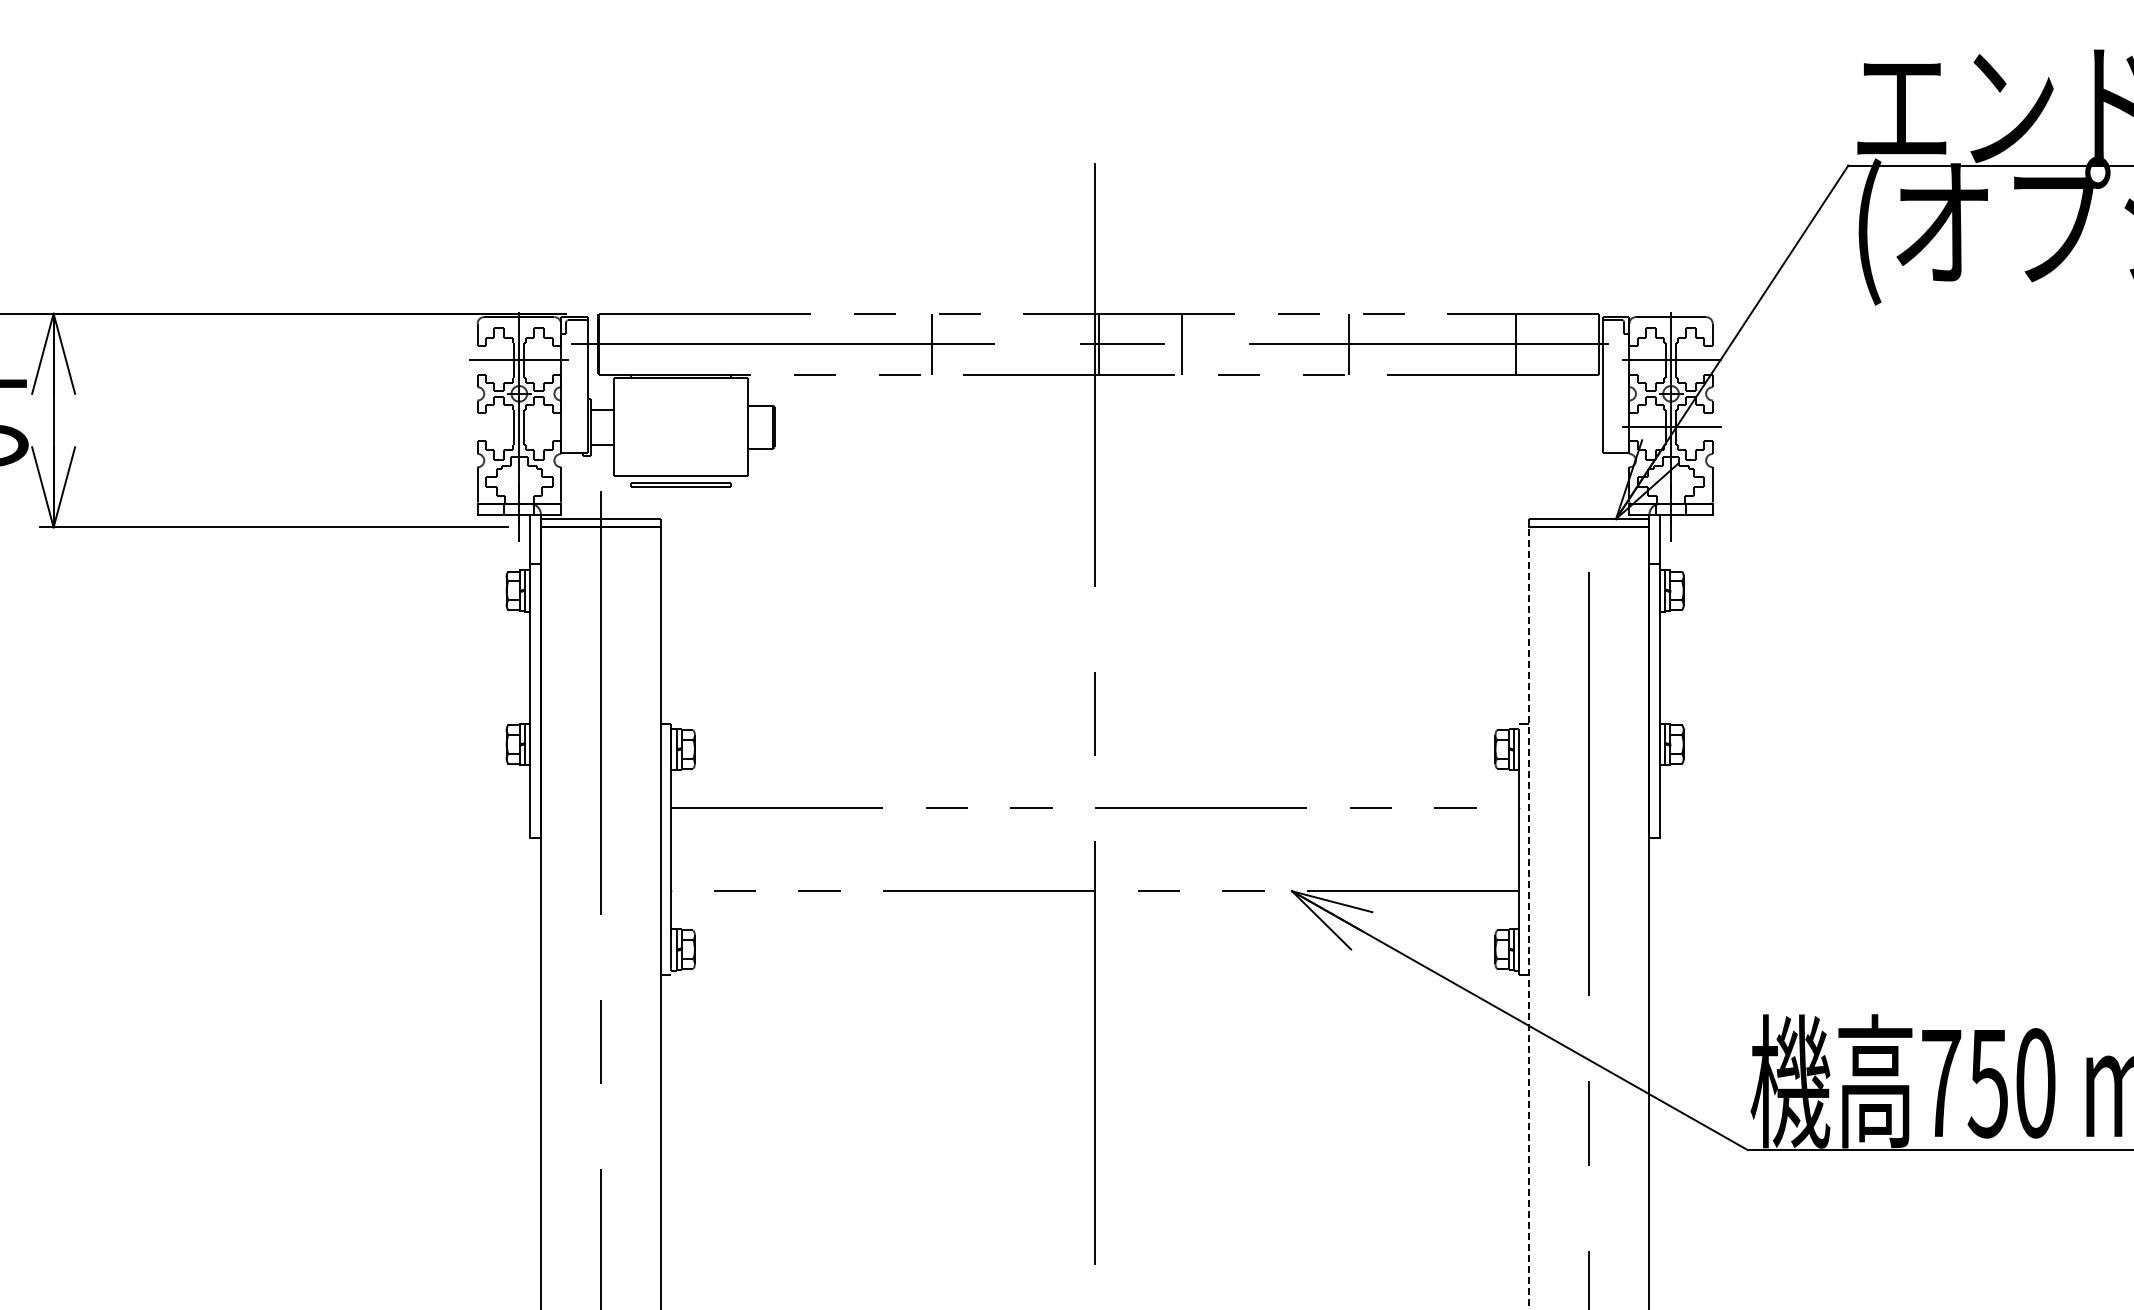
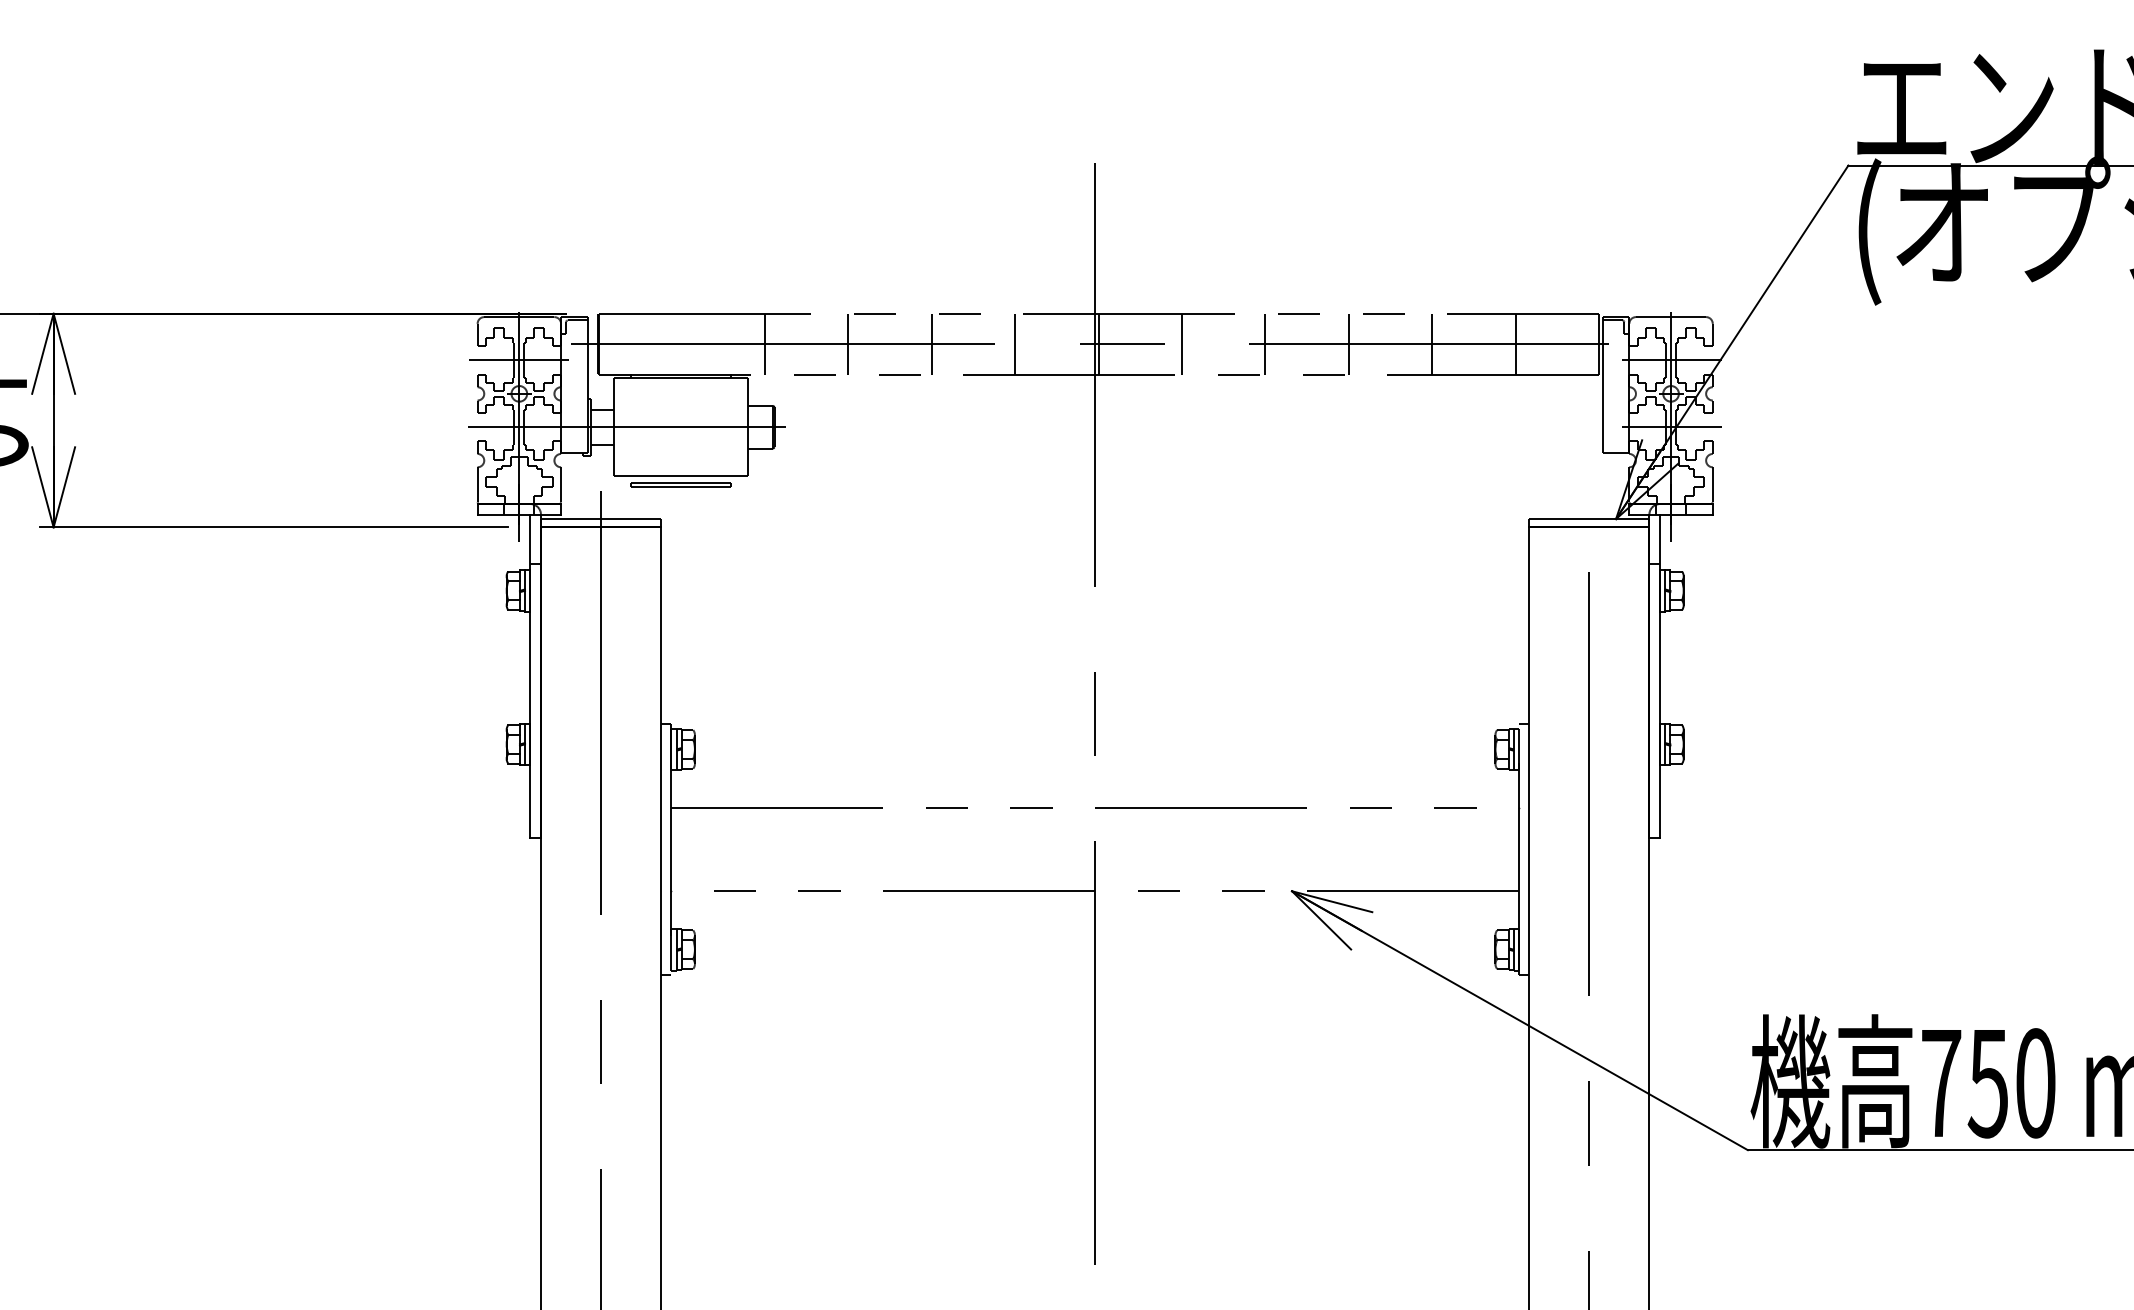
line at (764, 343): none -> present
line at (848, 343): none -> present
line at (1015, 343): none -> present
line at (1265, 343): none -> present
line at (1432, 343): none -> present
line at (626, 427): none -> present
line at (1529, 918): dashed -> solid
